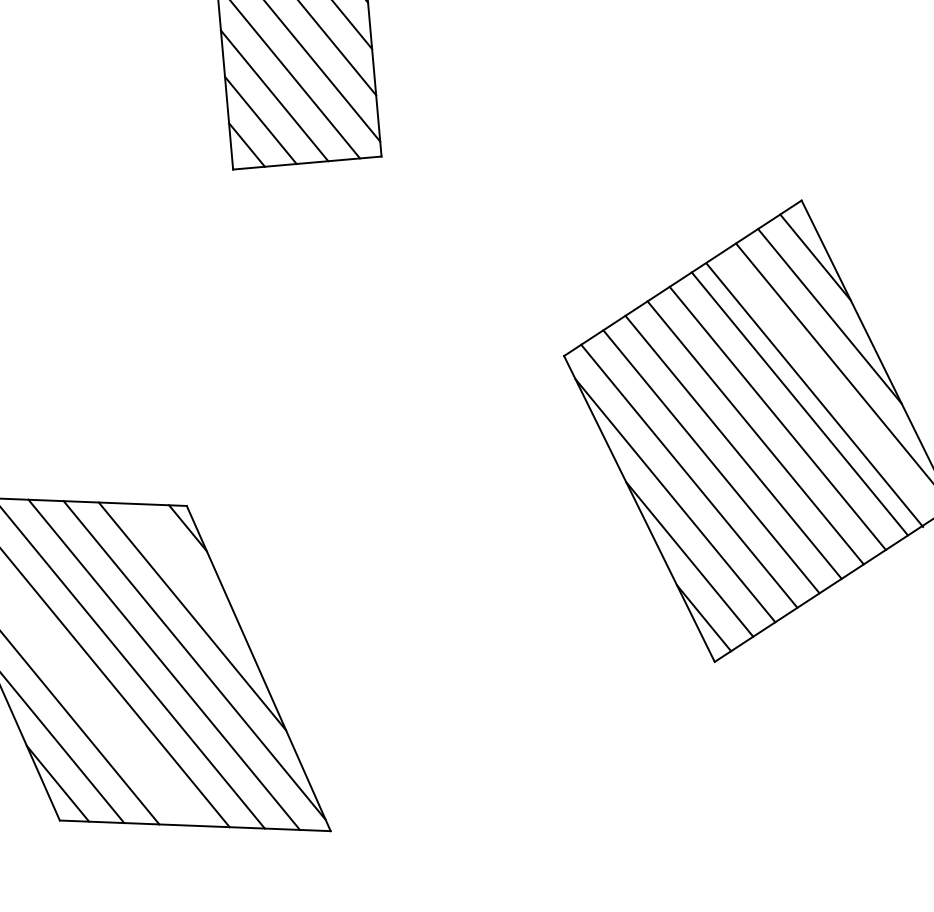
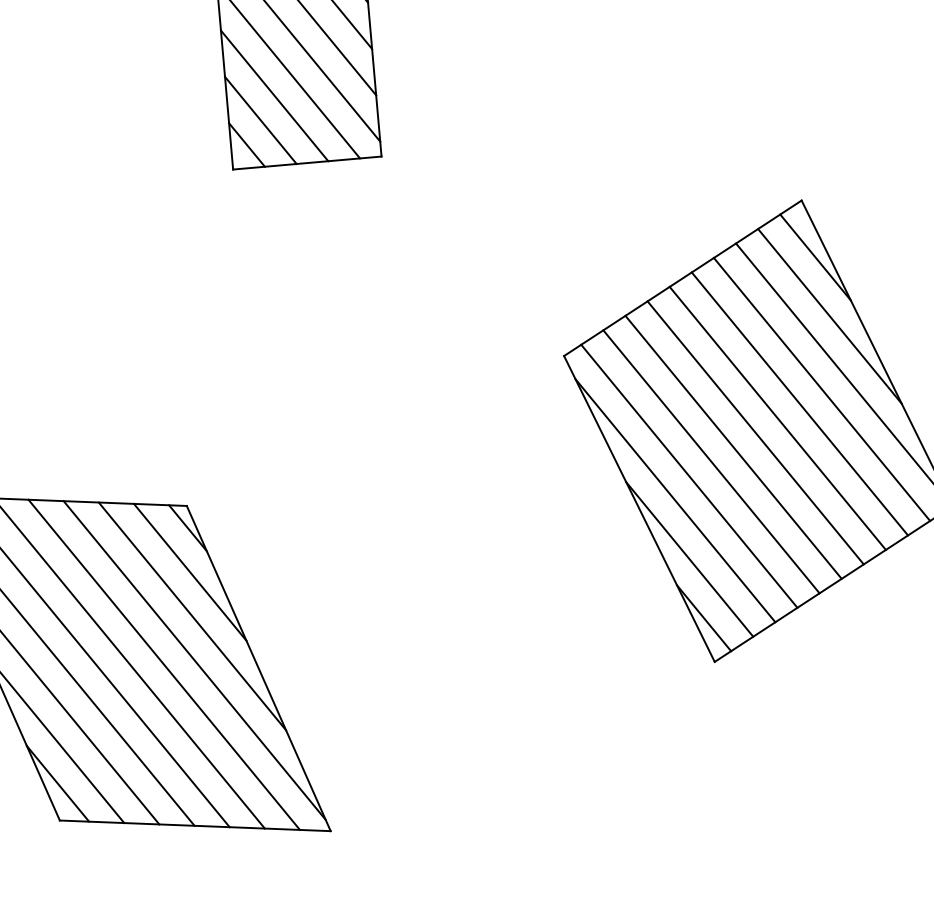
line at (814, 394) position: (814, 394) -> (821, 388)
line at (189, 571): none -> present
line at (98, 708): none -> present
